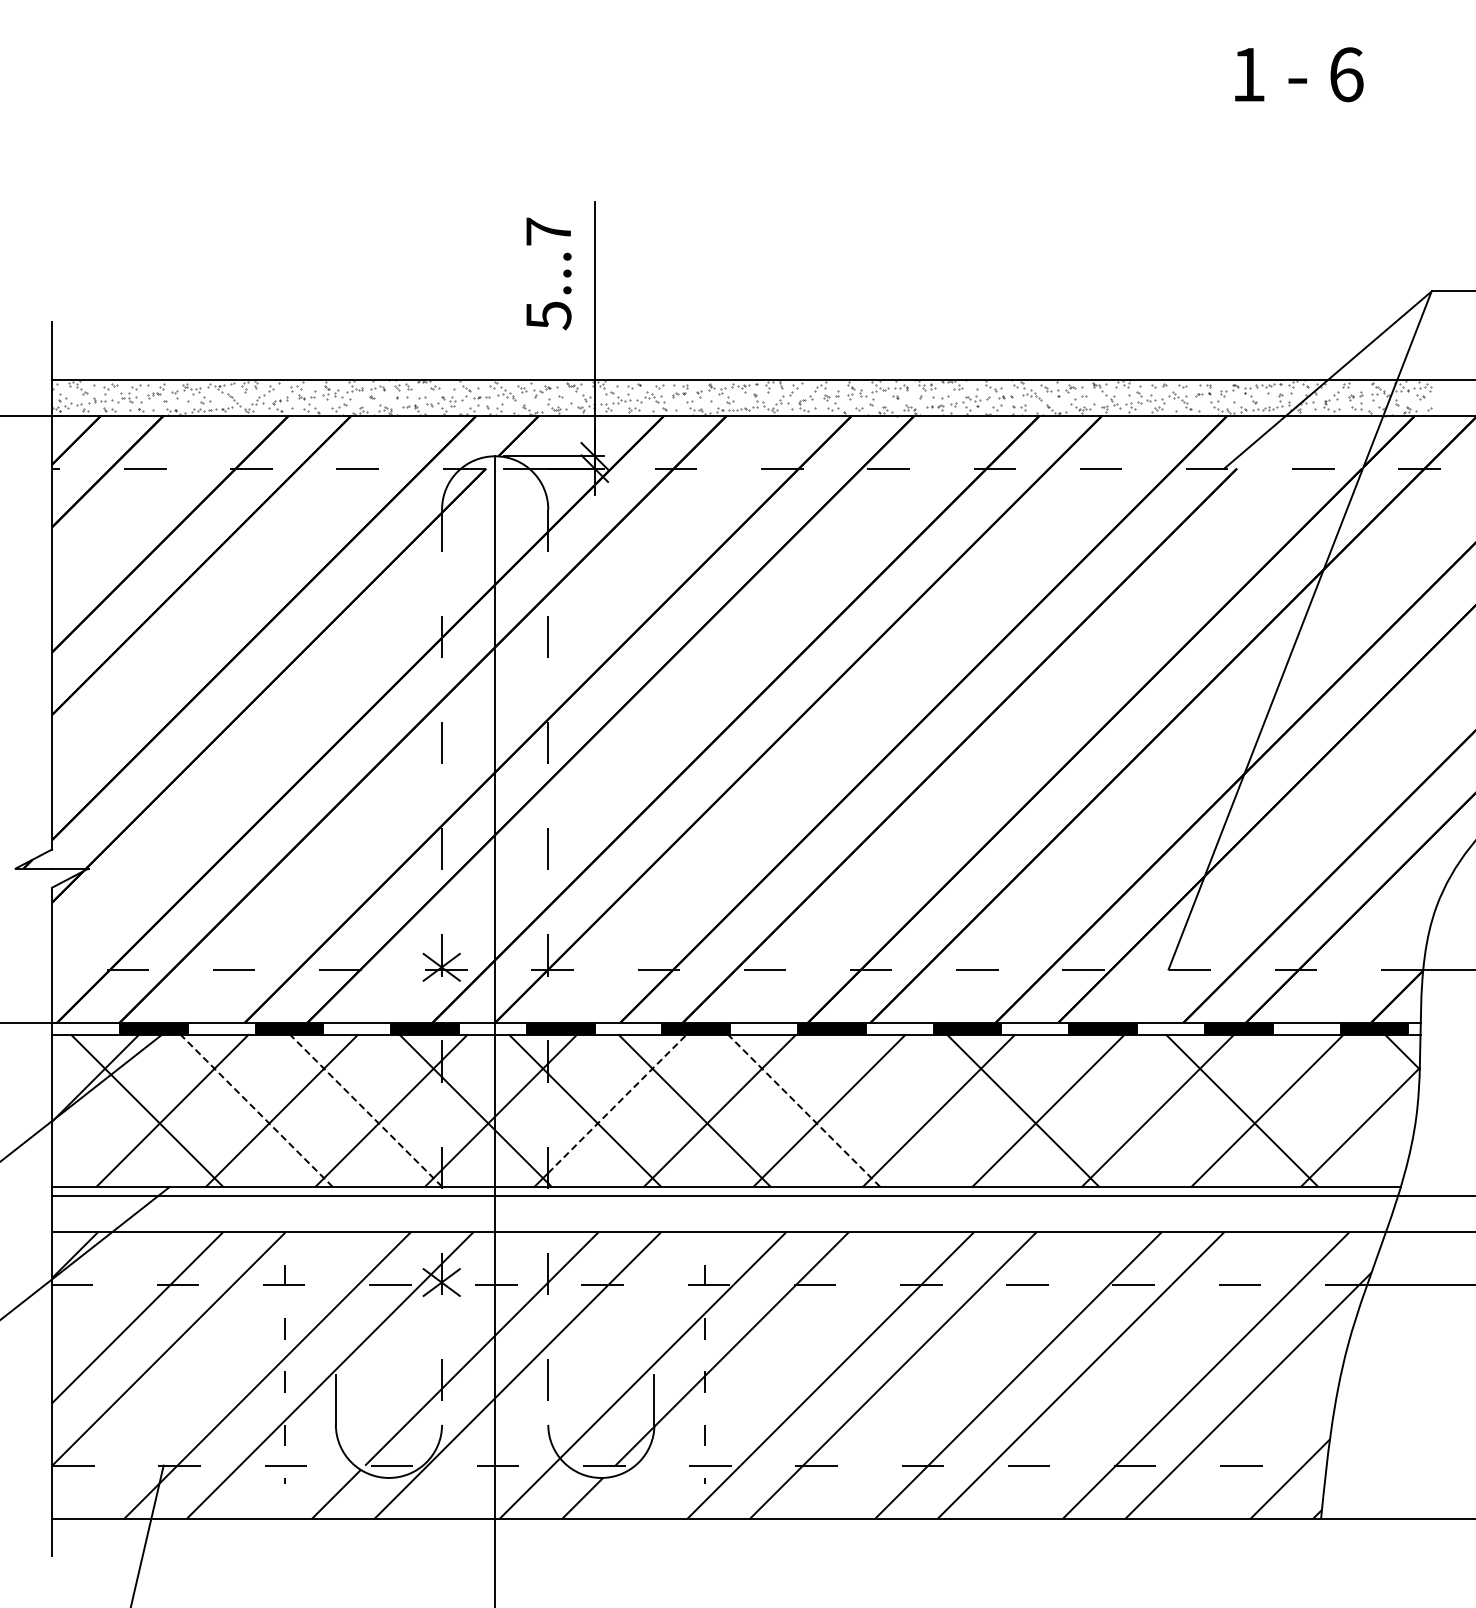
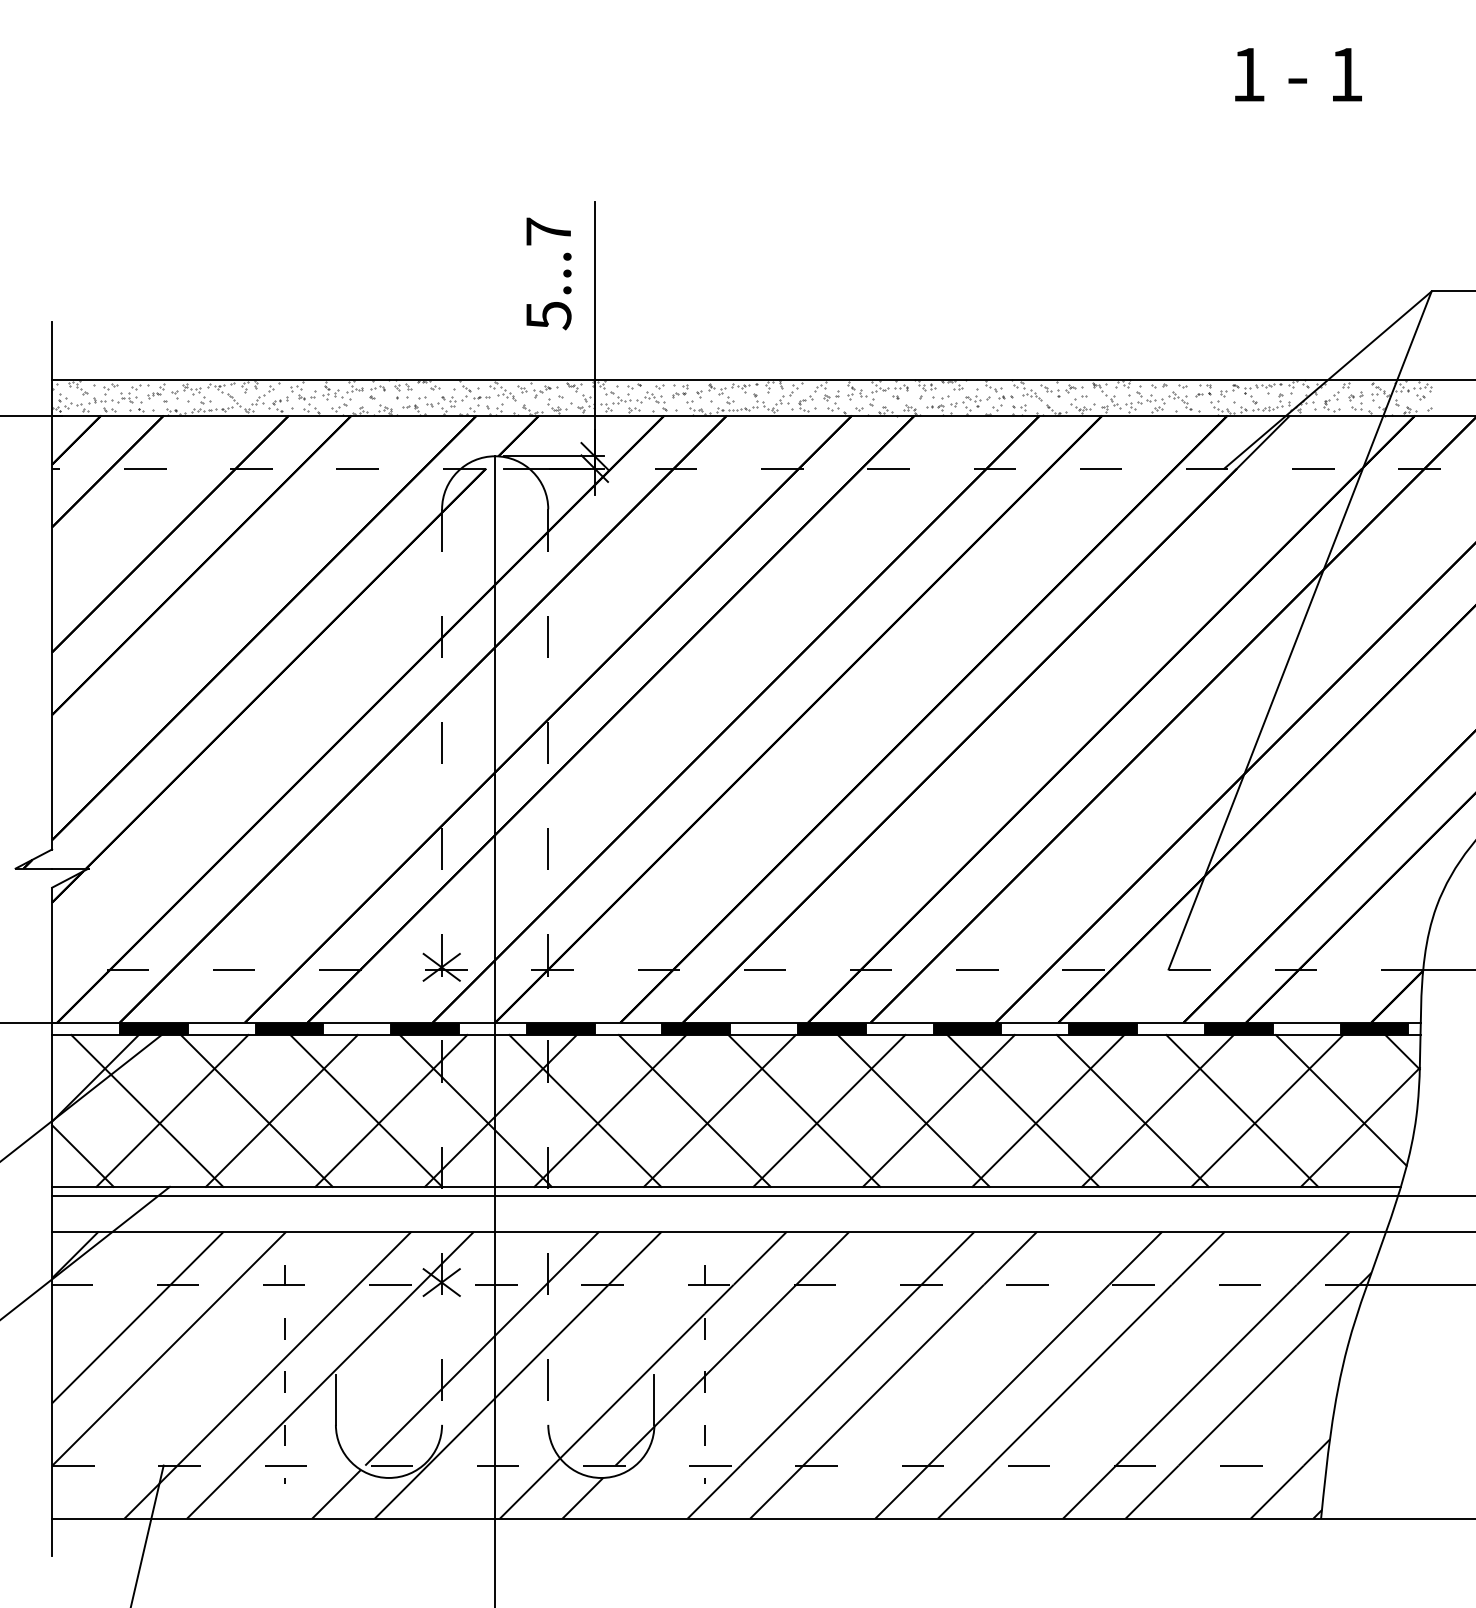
text at (1346, 74): 6 -> 1
hatch at (1299, 441): none -> present
line at (1340, 1100): none -> present
line at (617, 1104): dashed -> solid
line at (256, 1110): dashed -> solid
line at (365, 1110): dashed -> solid
line at (803, 1110): dashed -> solid
line at (913, 1110): none -> present
line at (1132, 1110): none -> present
line at (82, 1155): none -> present
